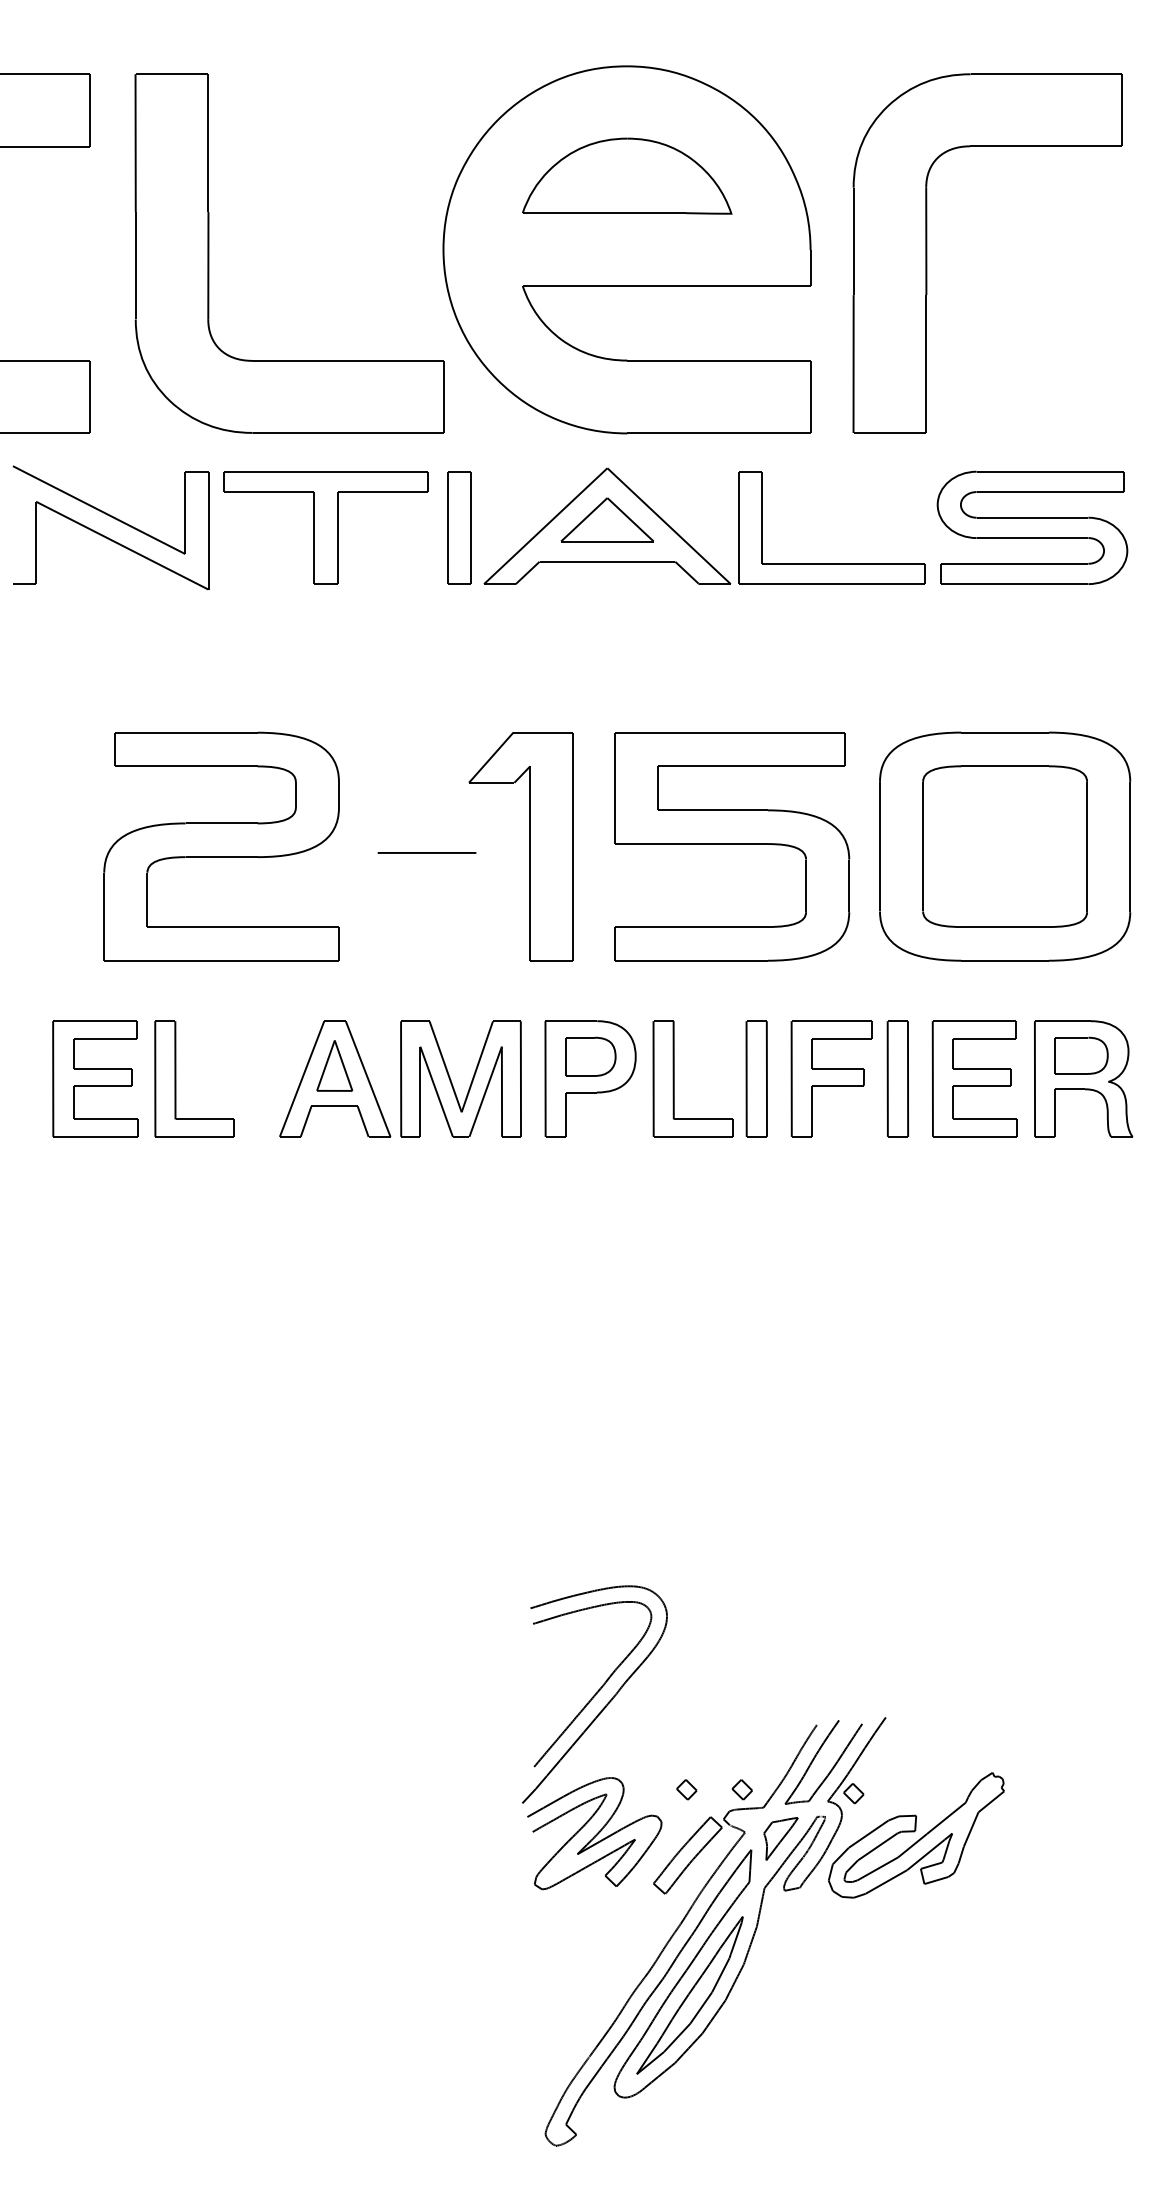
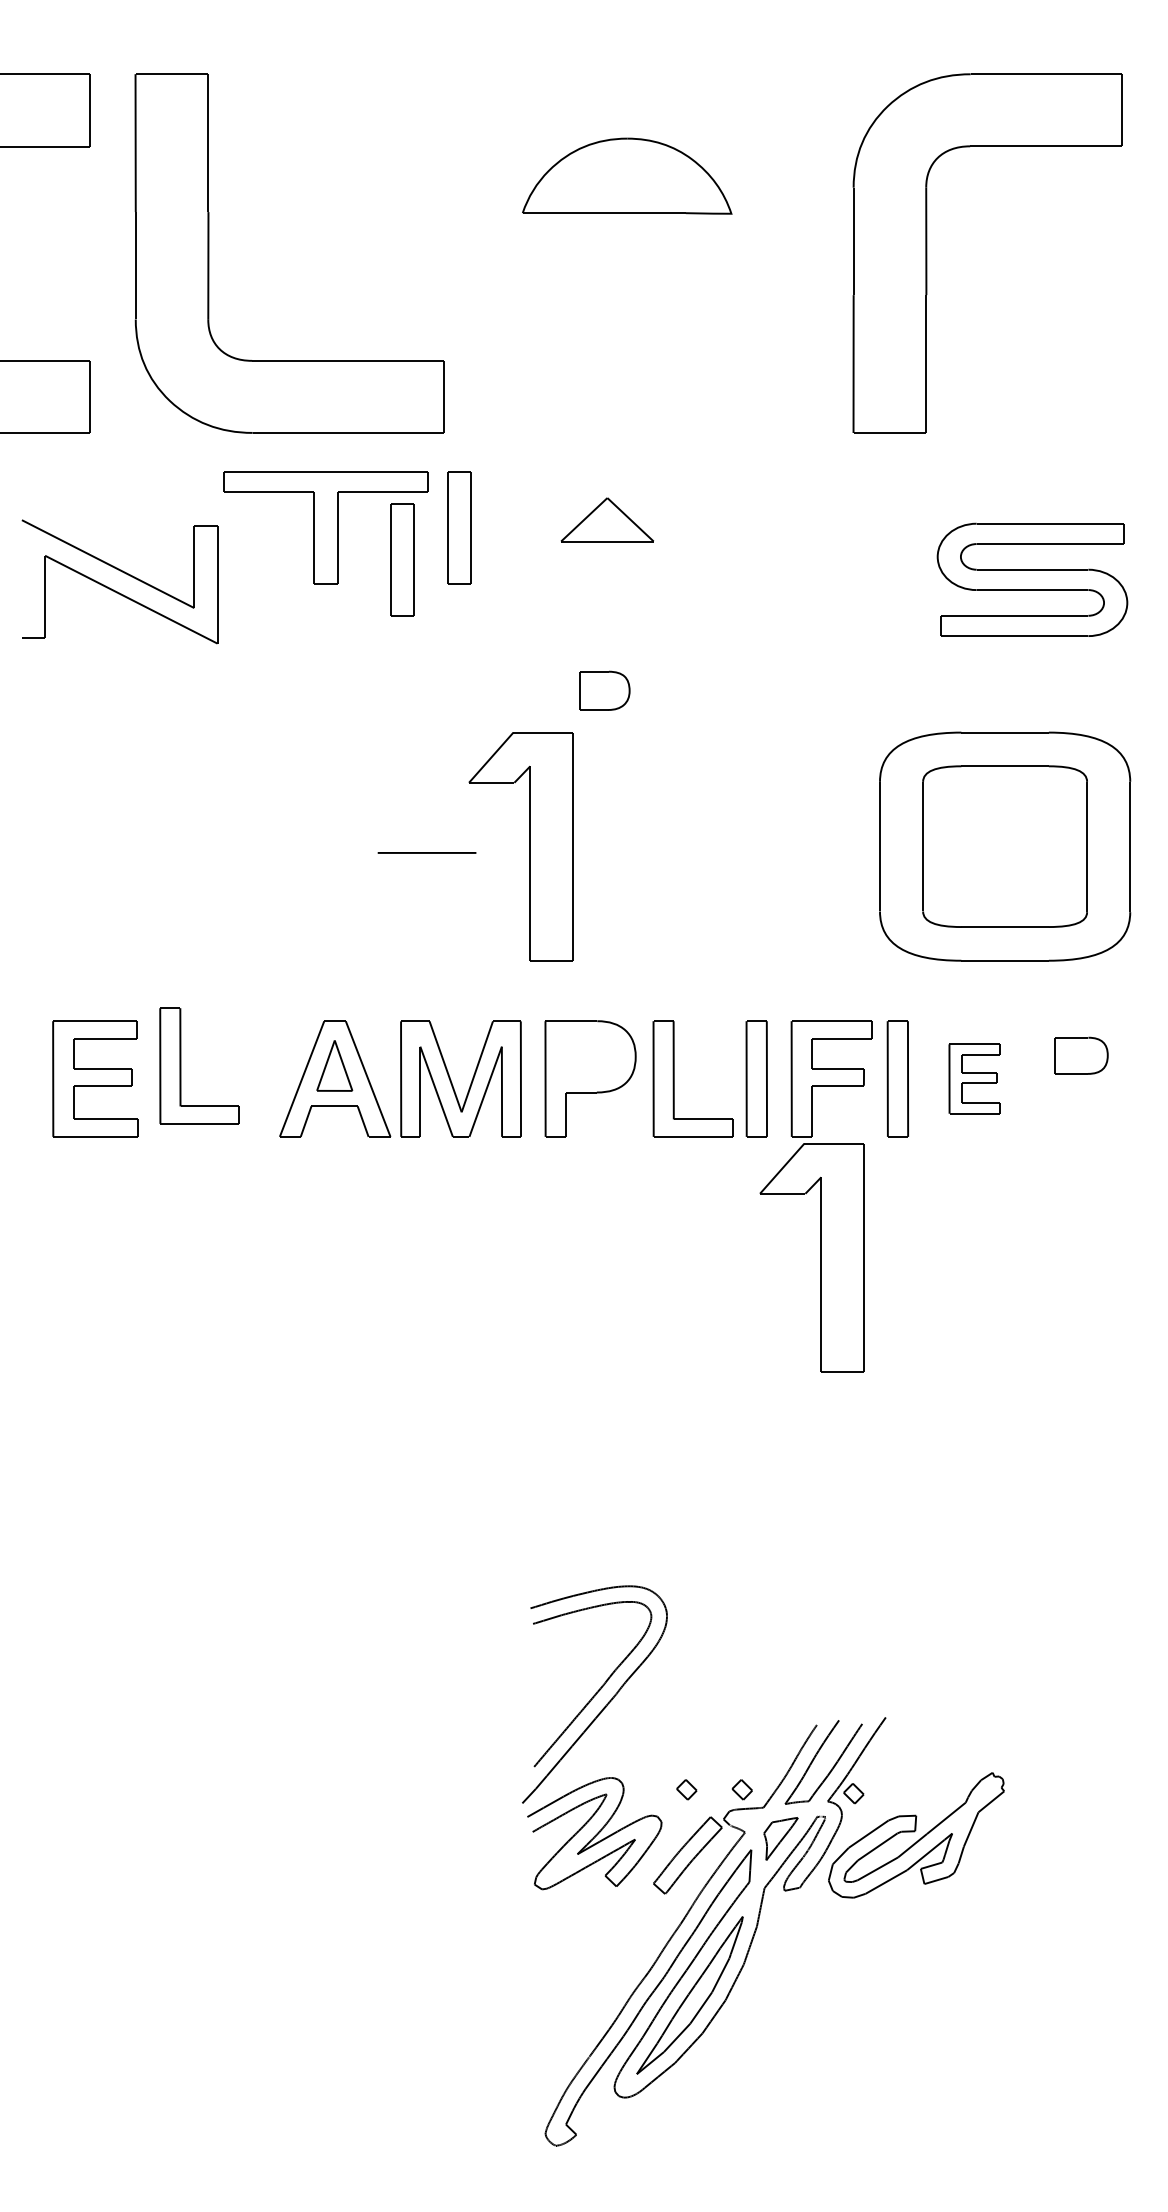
part at (626, 249): present -> none
part at (115, 519) position: (115, 519) -> (124, 573)
part at (1032, 527) position: (1032, 527) -> (1032, 579)
part at (690, 544): present -> none
part at (402, 559): none -> present
part at (221, 846): present -> none
part at (732, 846): present -> none
part at (590, 1056) position: (590, 1056) -> (604, 690)
part at (176, 1078) position: (176, 1078) -> (181, 1065)
part at (974, 1078) size: 87x118 px -> 53x72 px
part at (1083, 1078): present -> none
part at (820, 1257): none -> present
